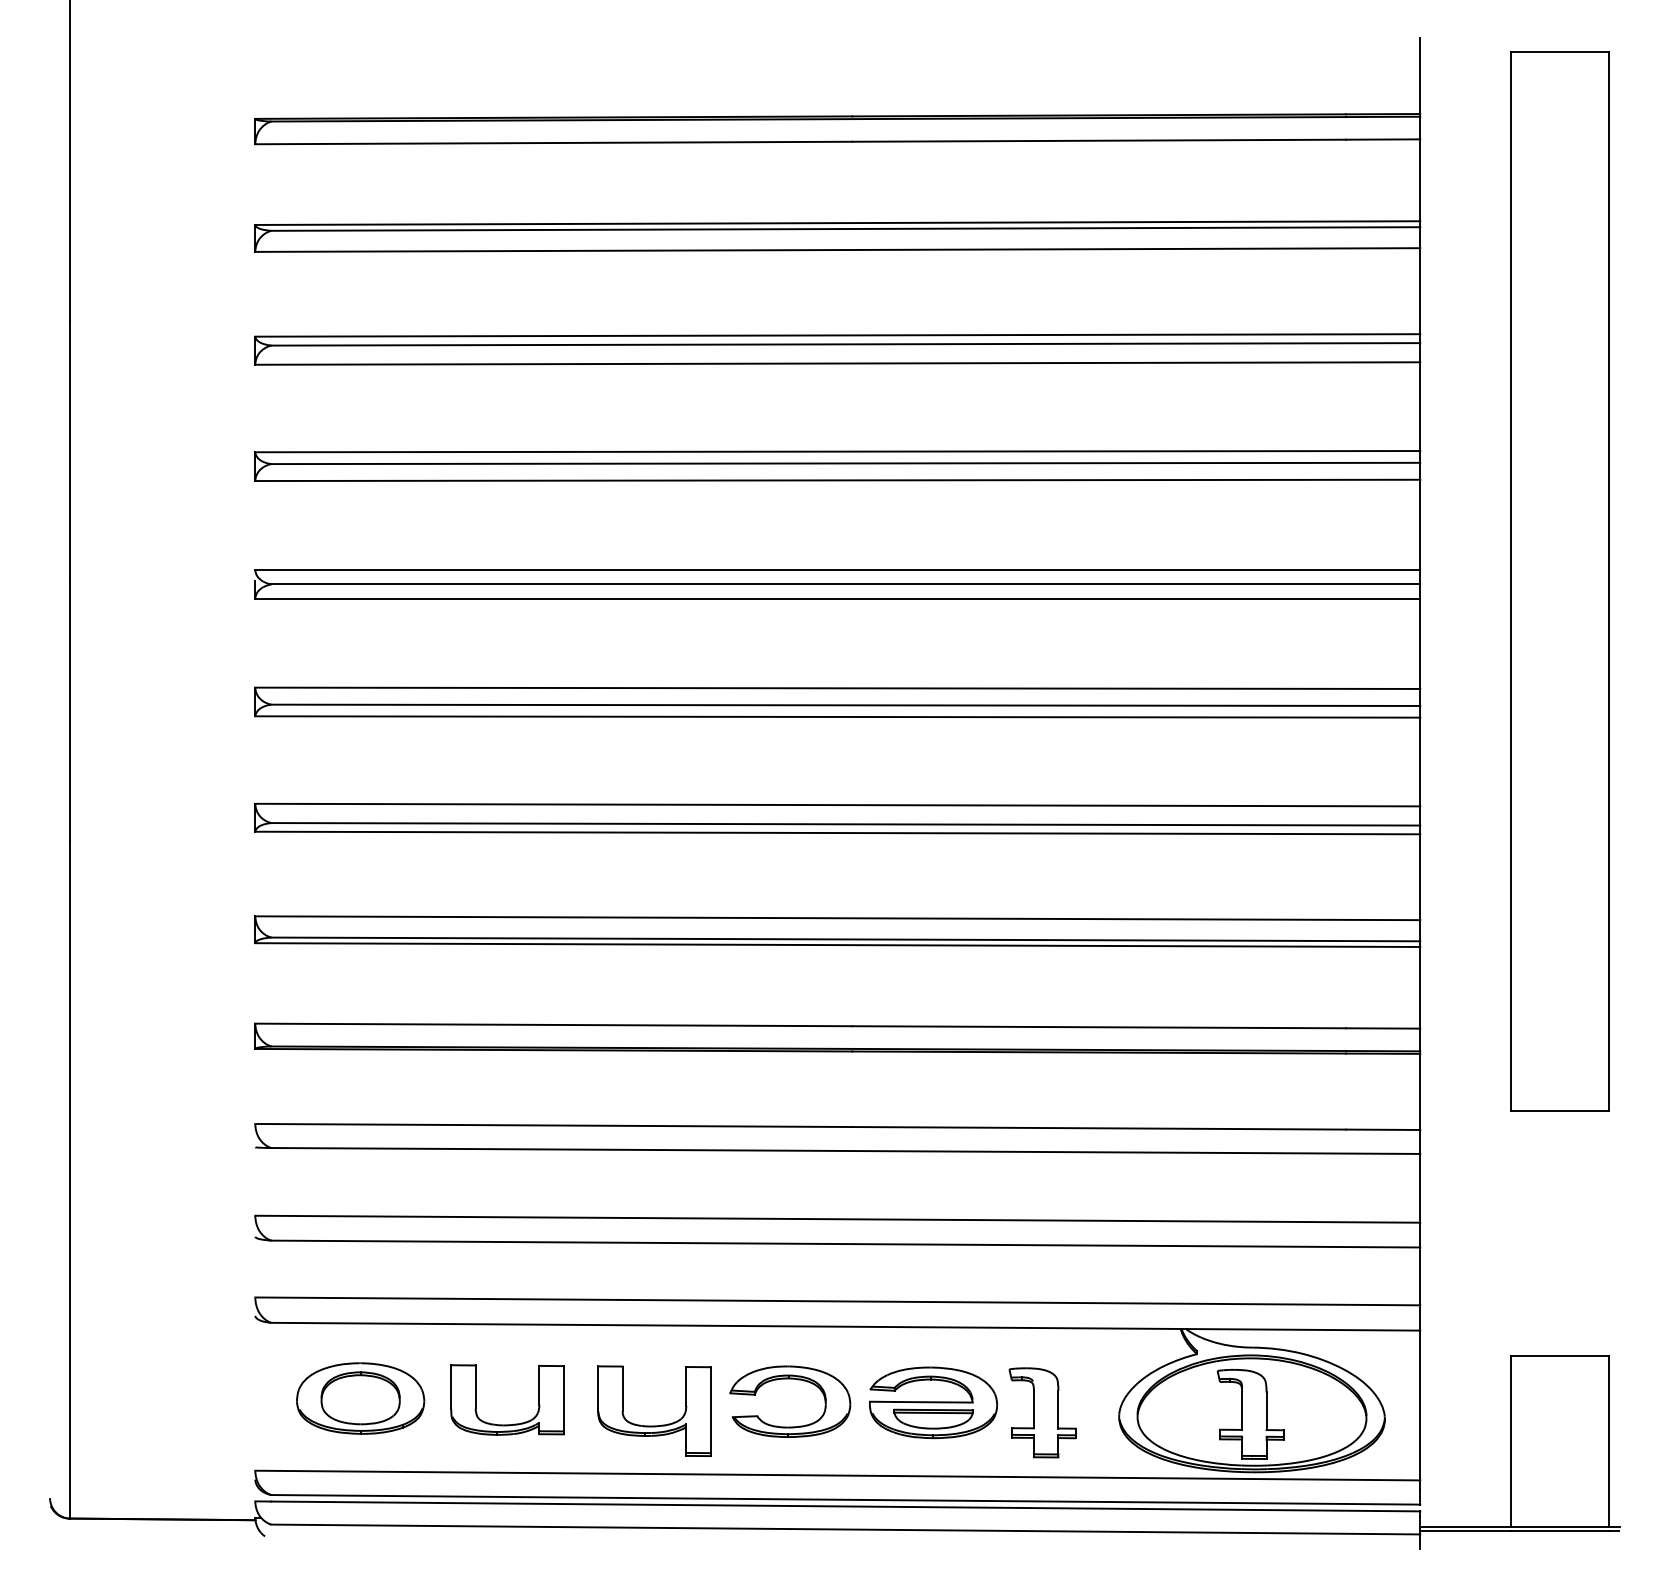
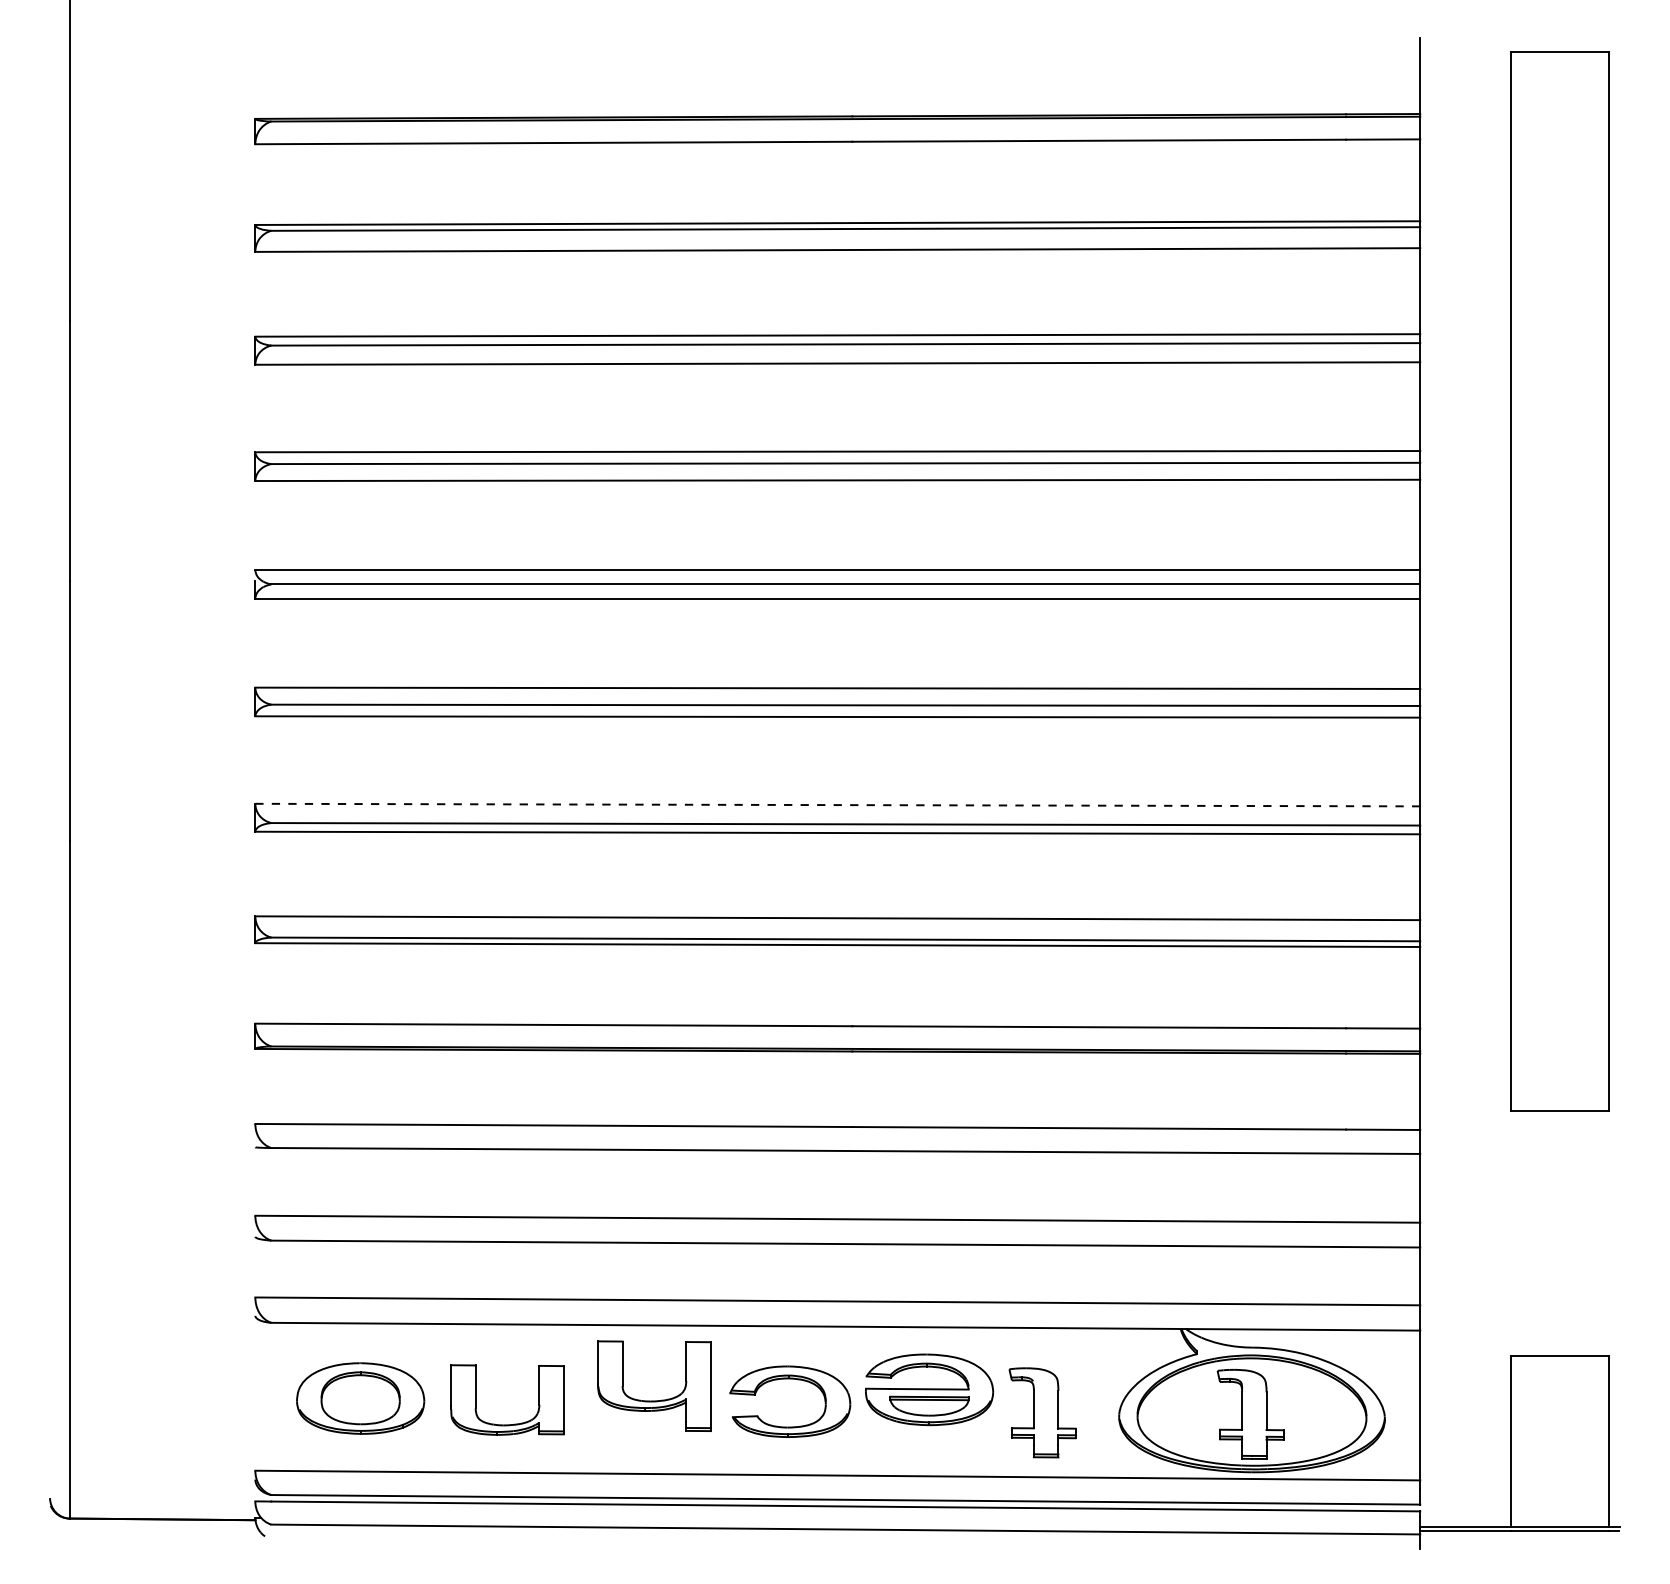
line at (837, 805): solid -> dashed
part at (933, 1402) position: (933, 1402) -> (929, 1389)
part at (654, 1425) position: (654, 1425) -> (654, 1400)
